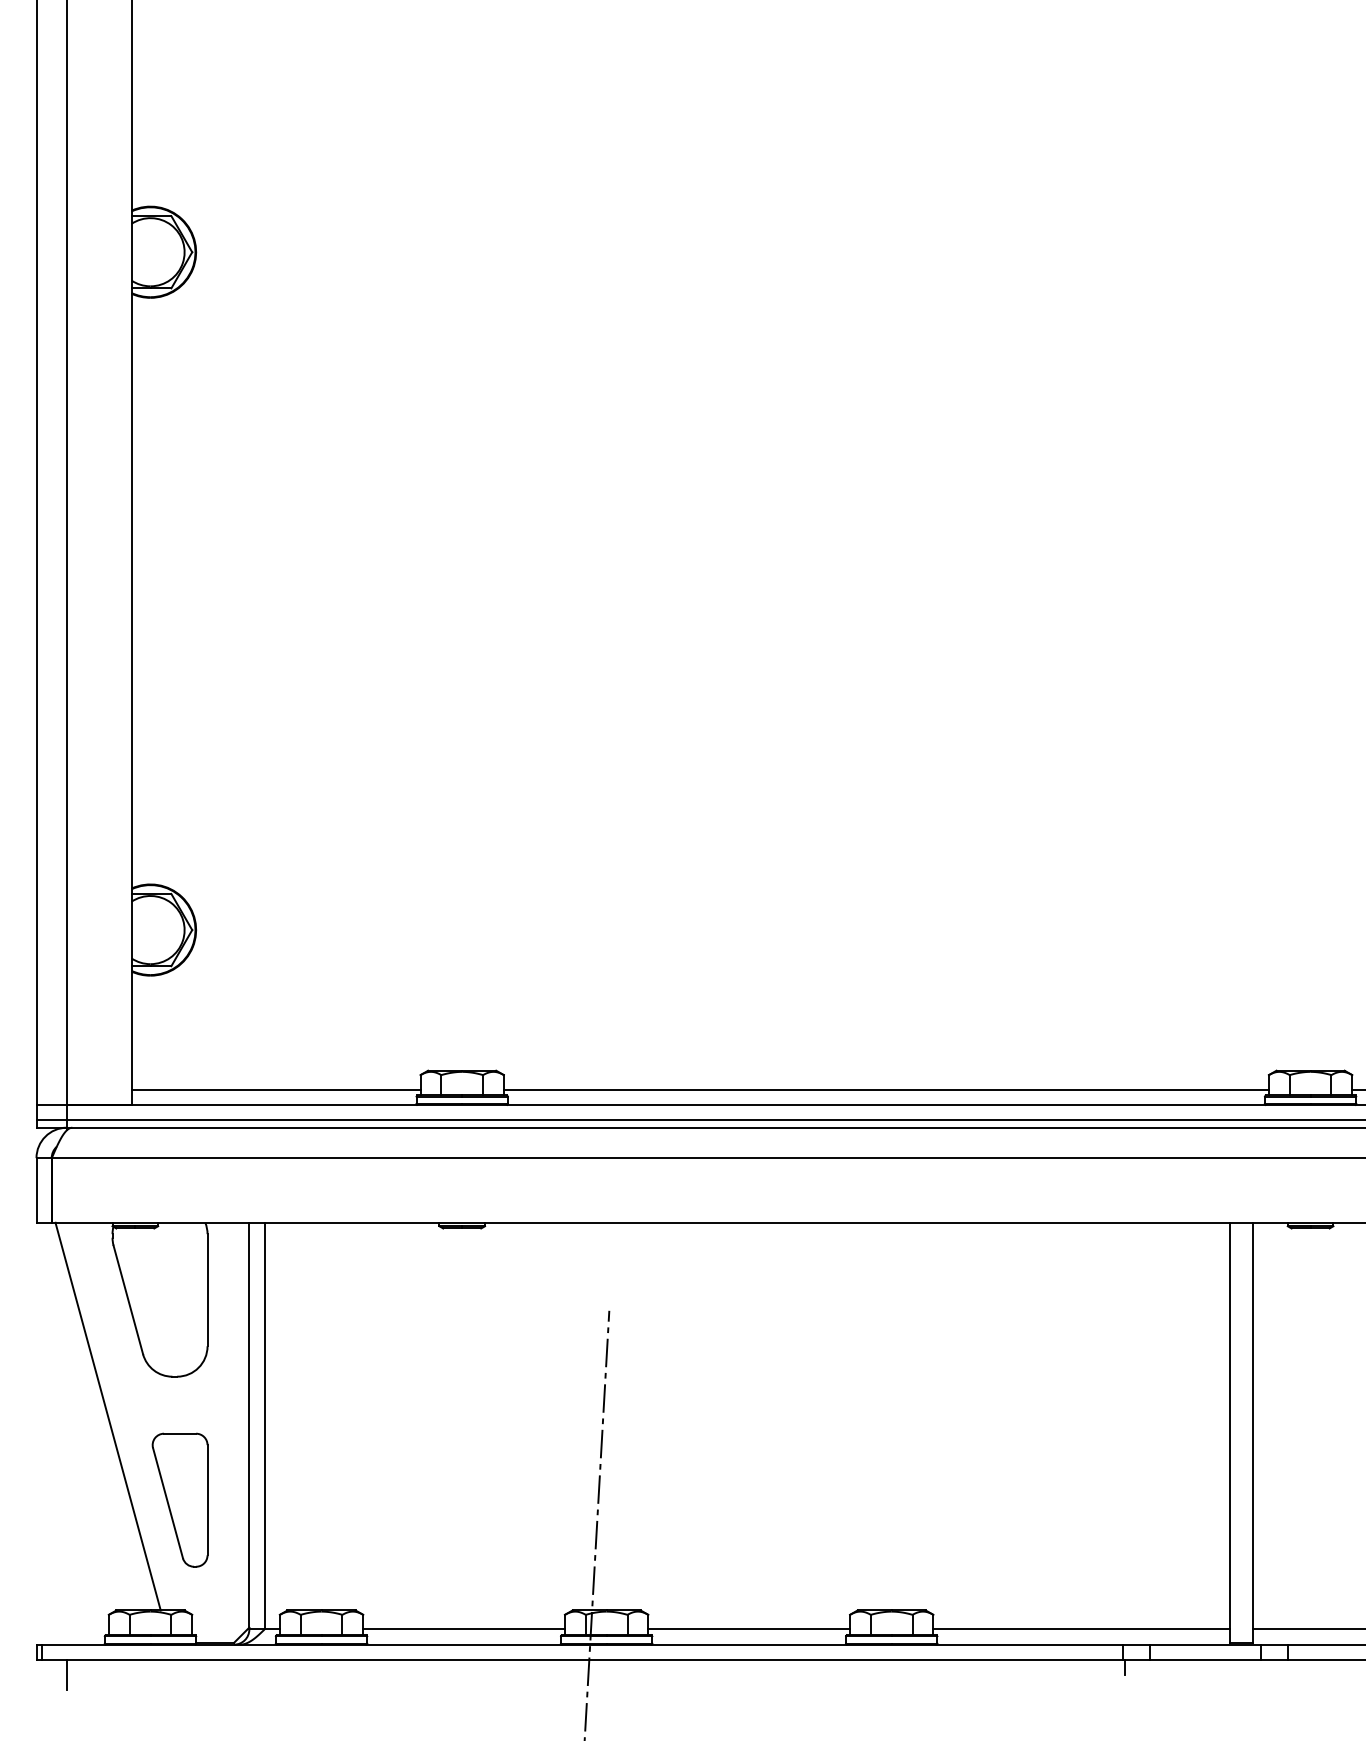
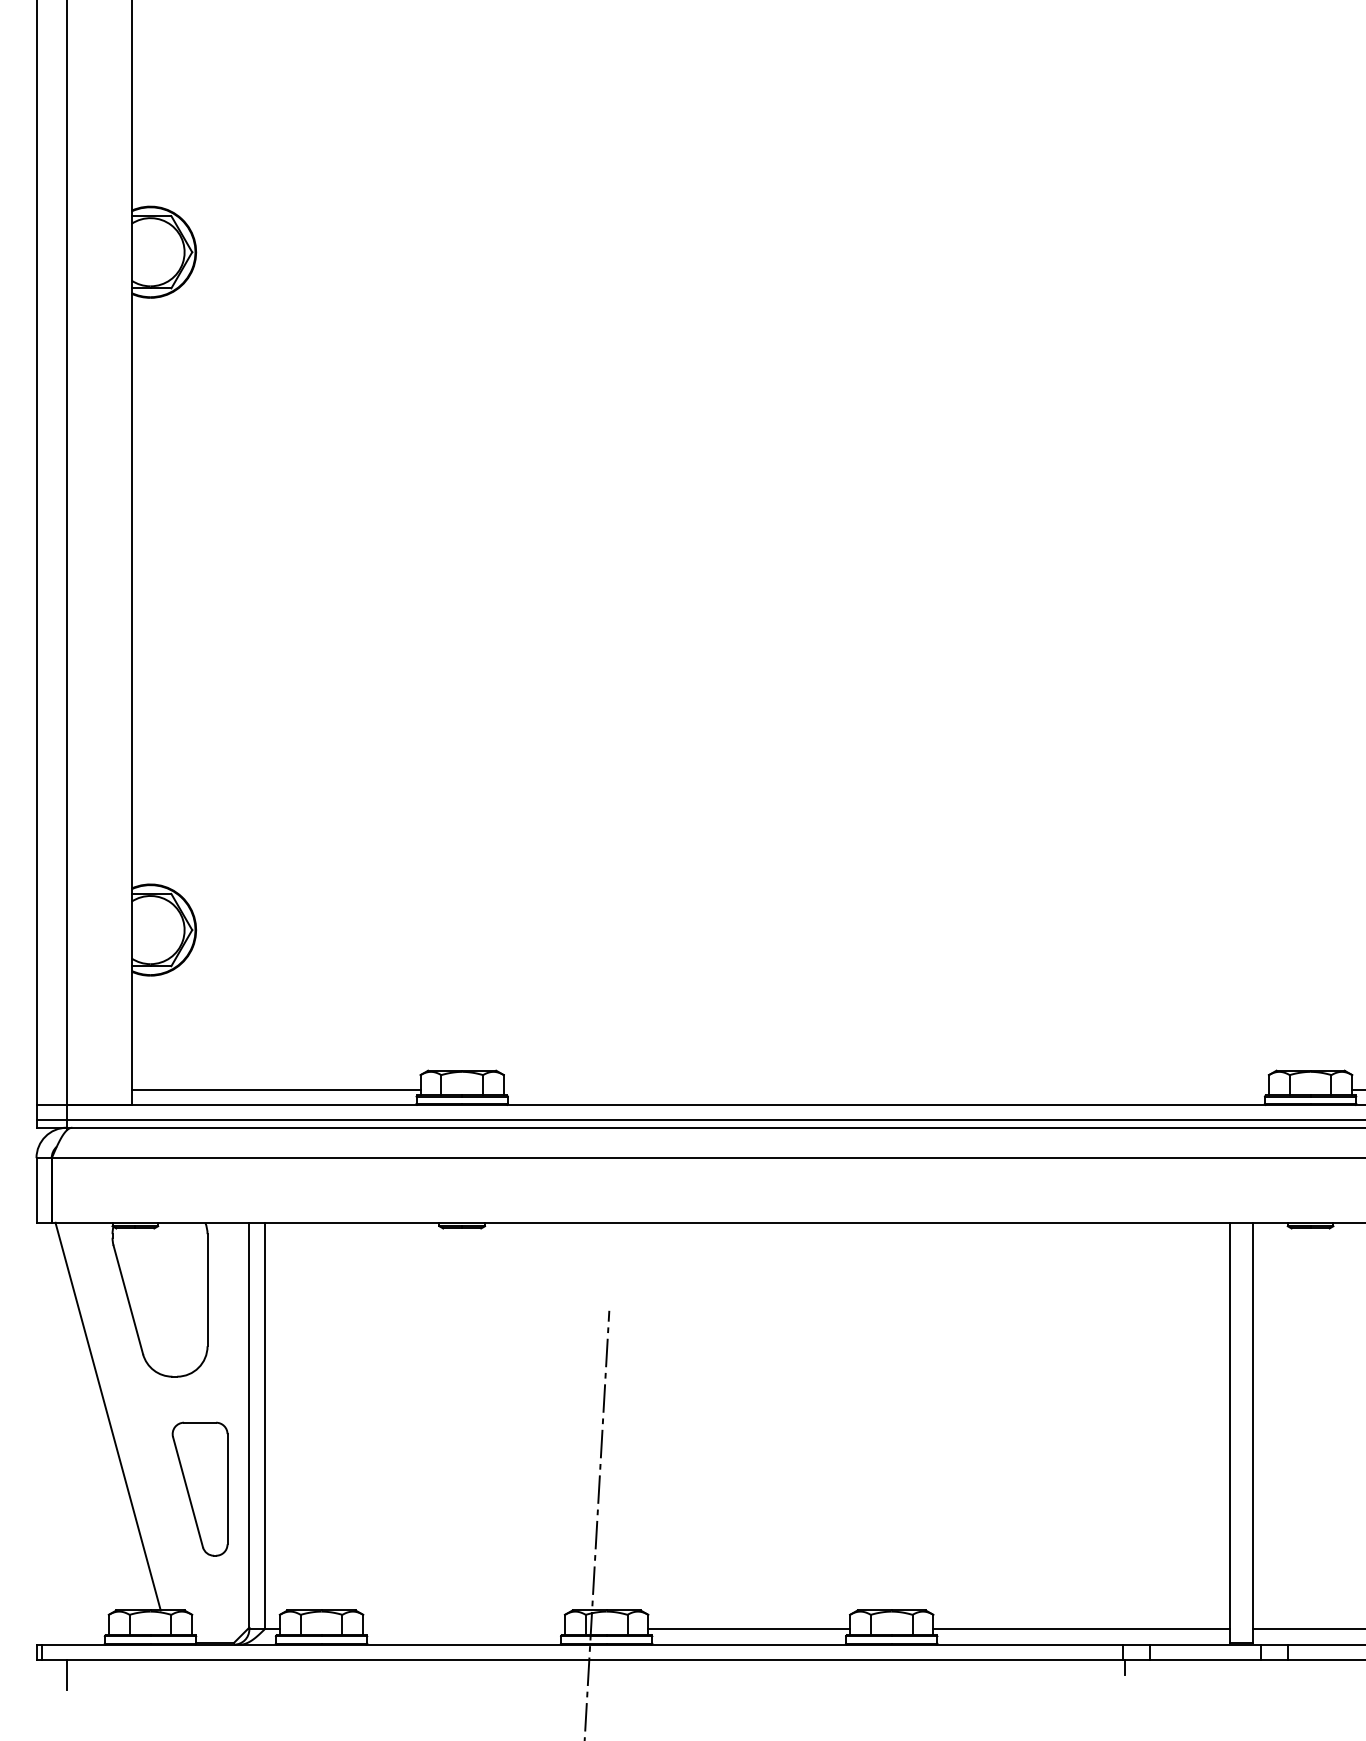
line at (885, 1089): present -> none
part at (179, 1499) position: (179, 1499) -> (199, 1488)
line at (463, 1629): present -> none
